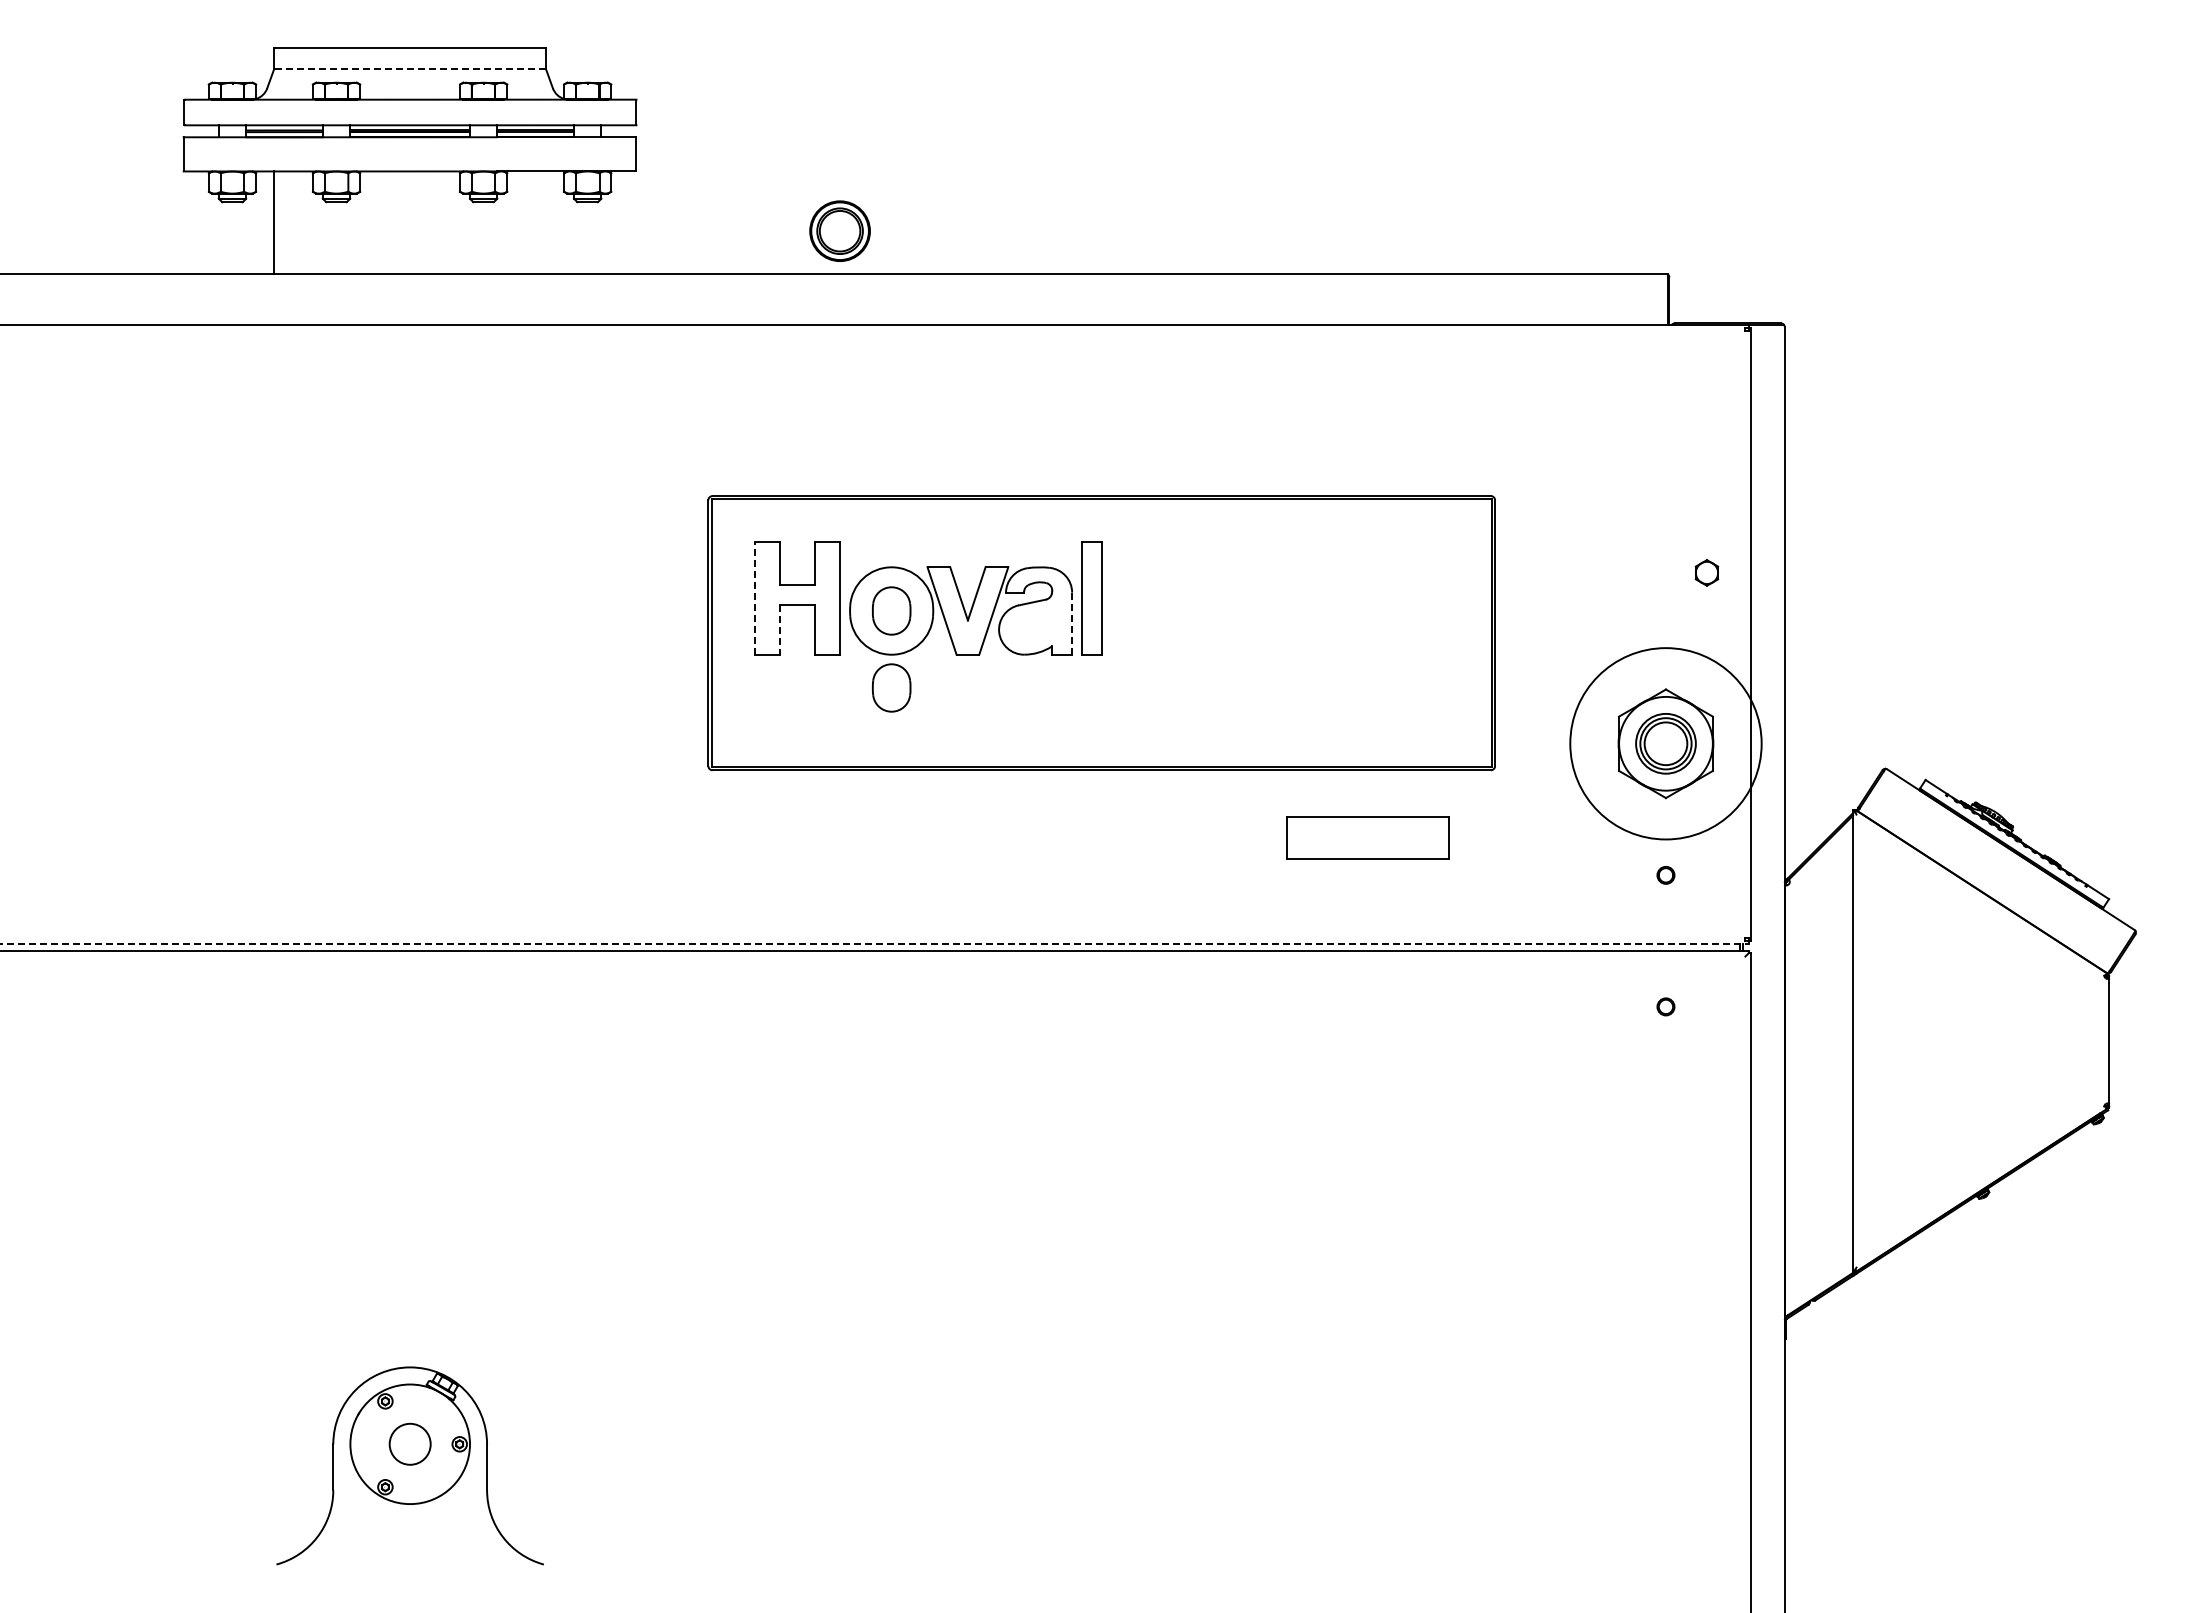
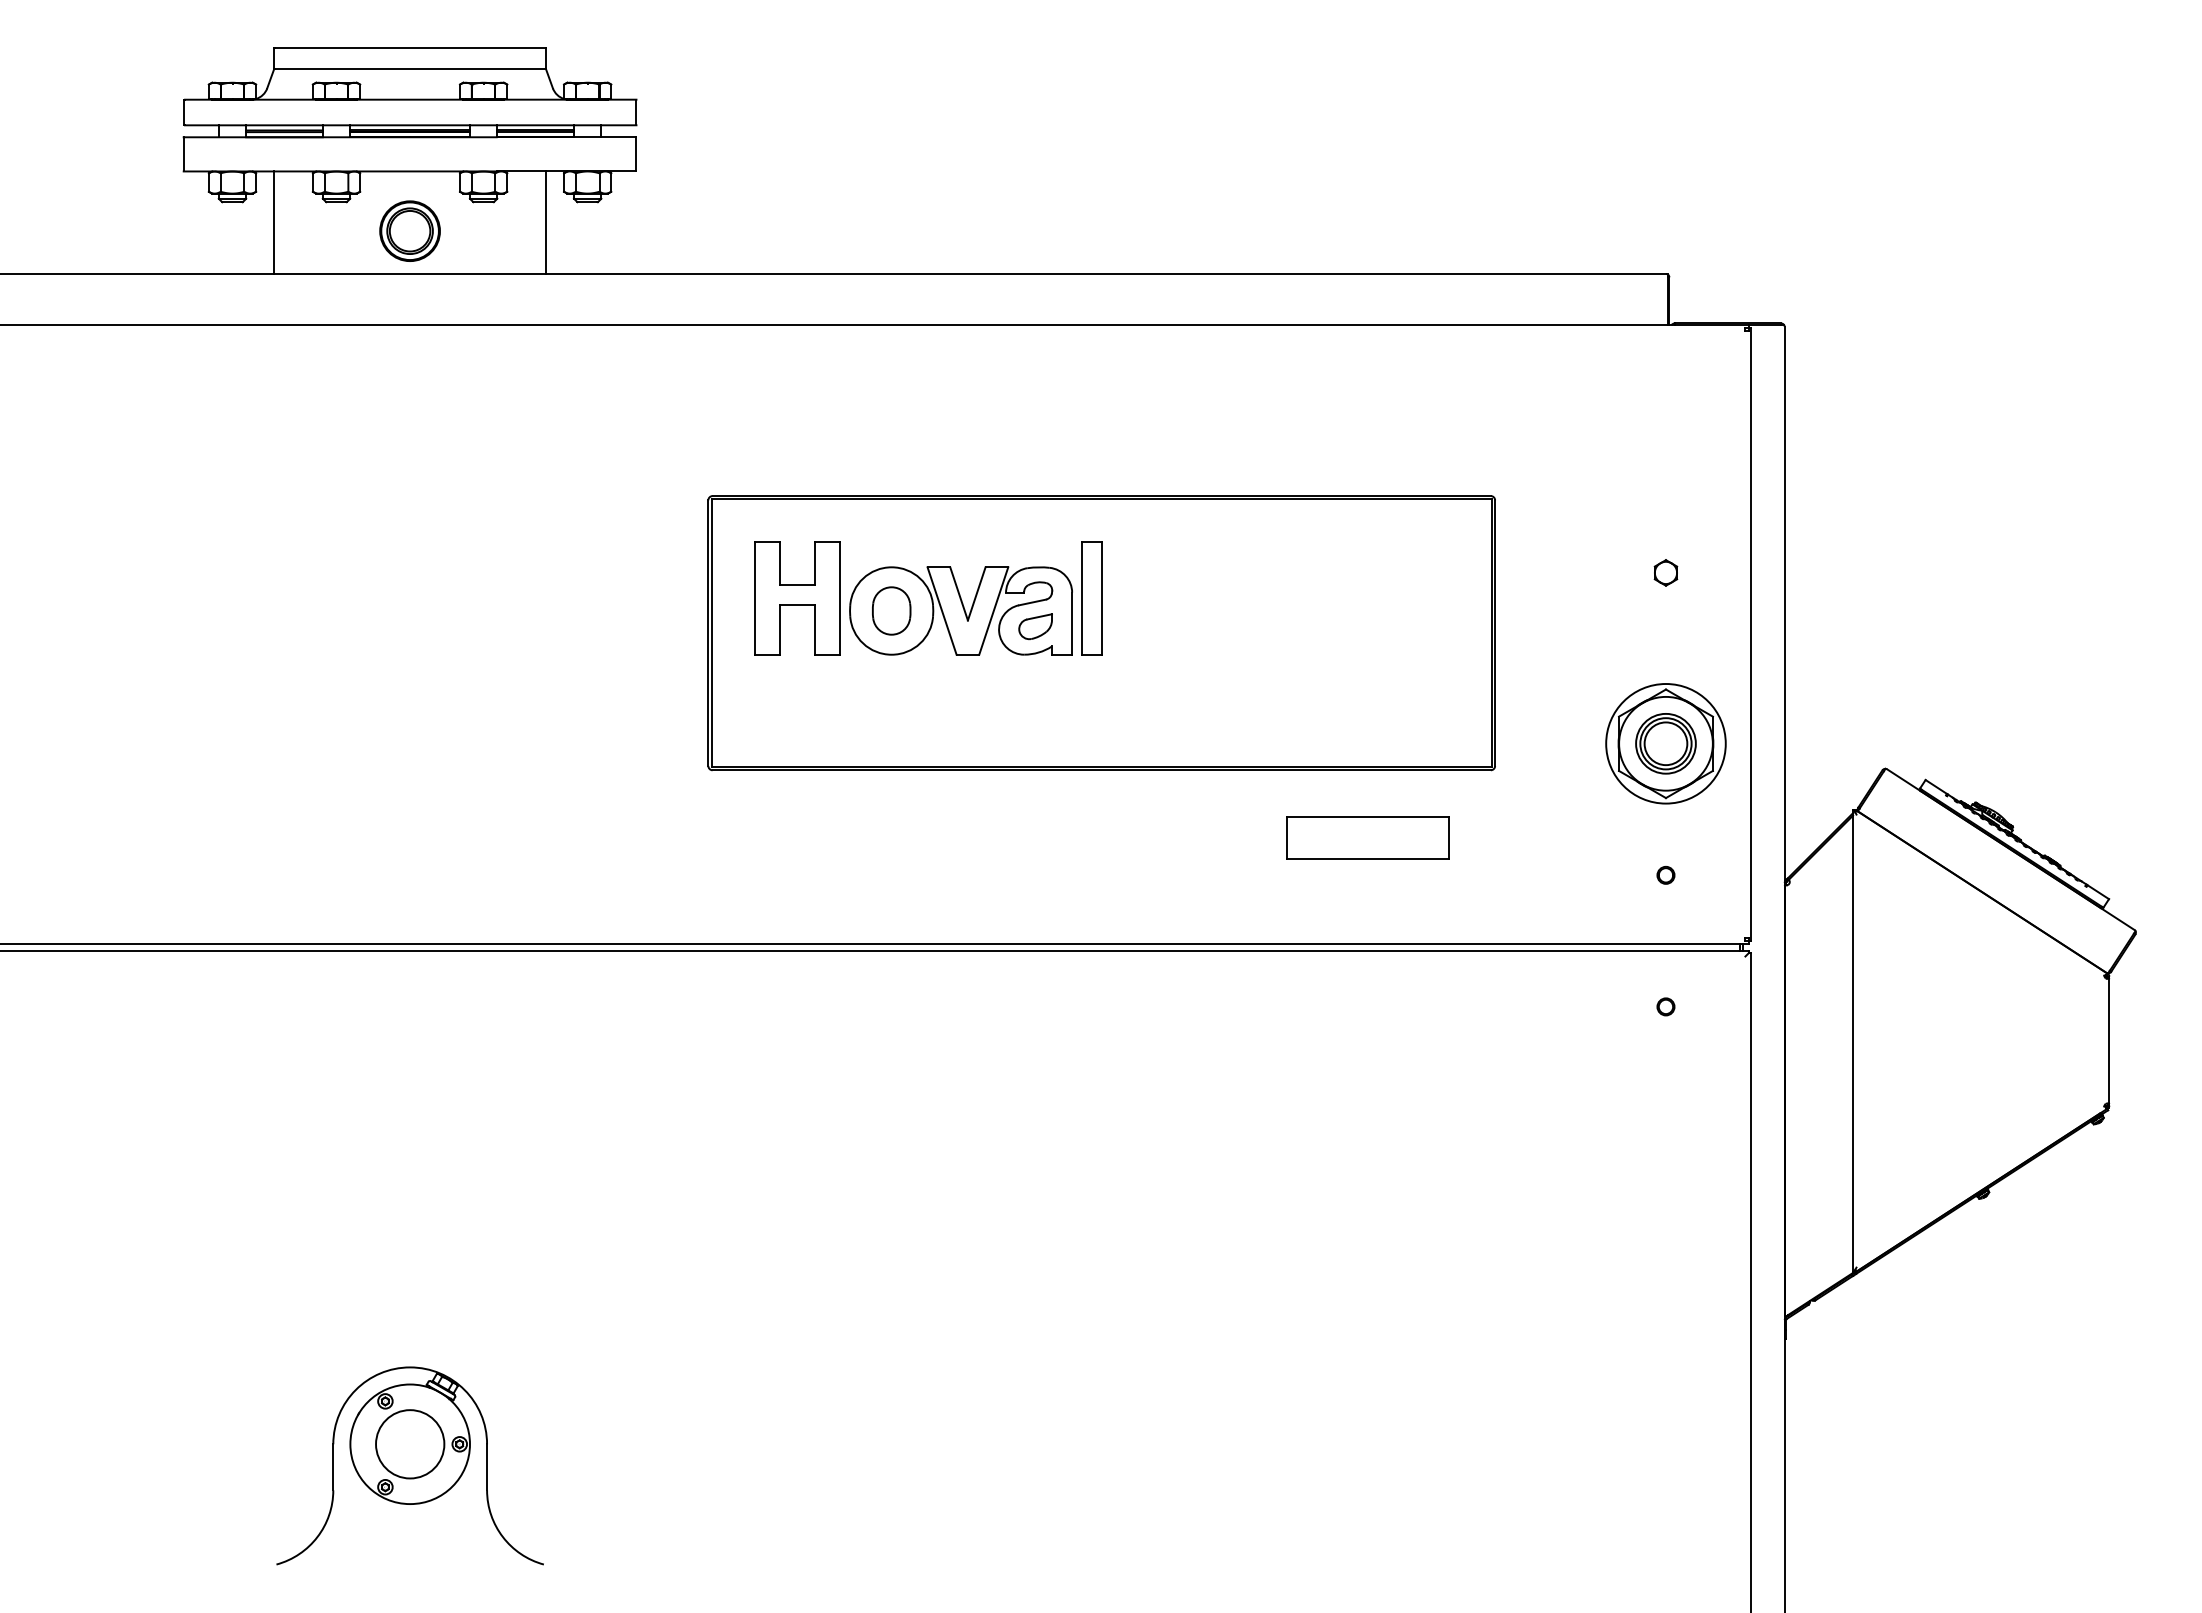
line at (409, 68): dashed -> solid
line at (545, 222): none -> present
part at (839, 230) position: (839, 230) -> (409, 230)
part at (1706, 572) position: (1706, 572) -> (1665, 572)
line at (754, 598): dashed -> solid
line at (1072, 623): dashed -> solid
part at (1035, 626): none -> present
line at (779, 629): dashed -> solid
part at (891, 687): present -> none
circle at (1665, 743) diameter: 191 px -> 120 px
line at (875, 943): dashed -> solid
circle at (409, 1443) diameter: 41 px -> 68 px
